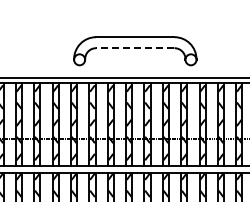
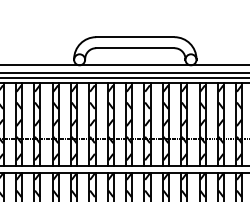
line at (134, 48): dashed -> solid
line at (124, 65): none -> present
line at (124, 72): none -> present
